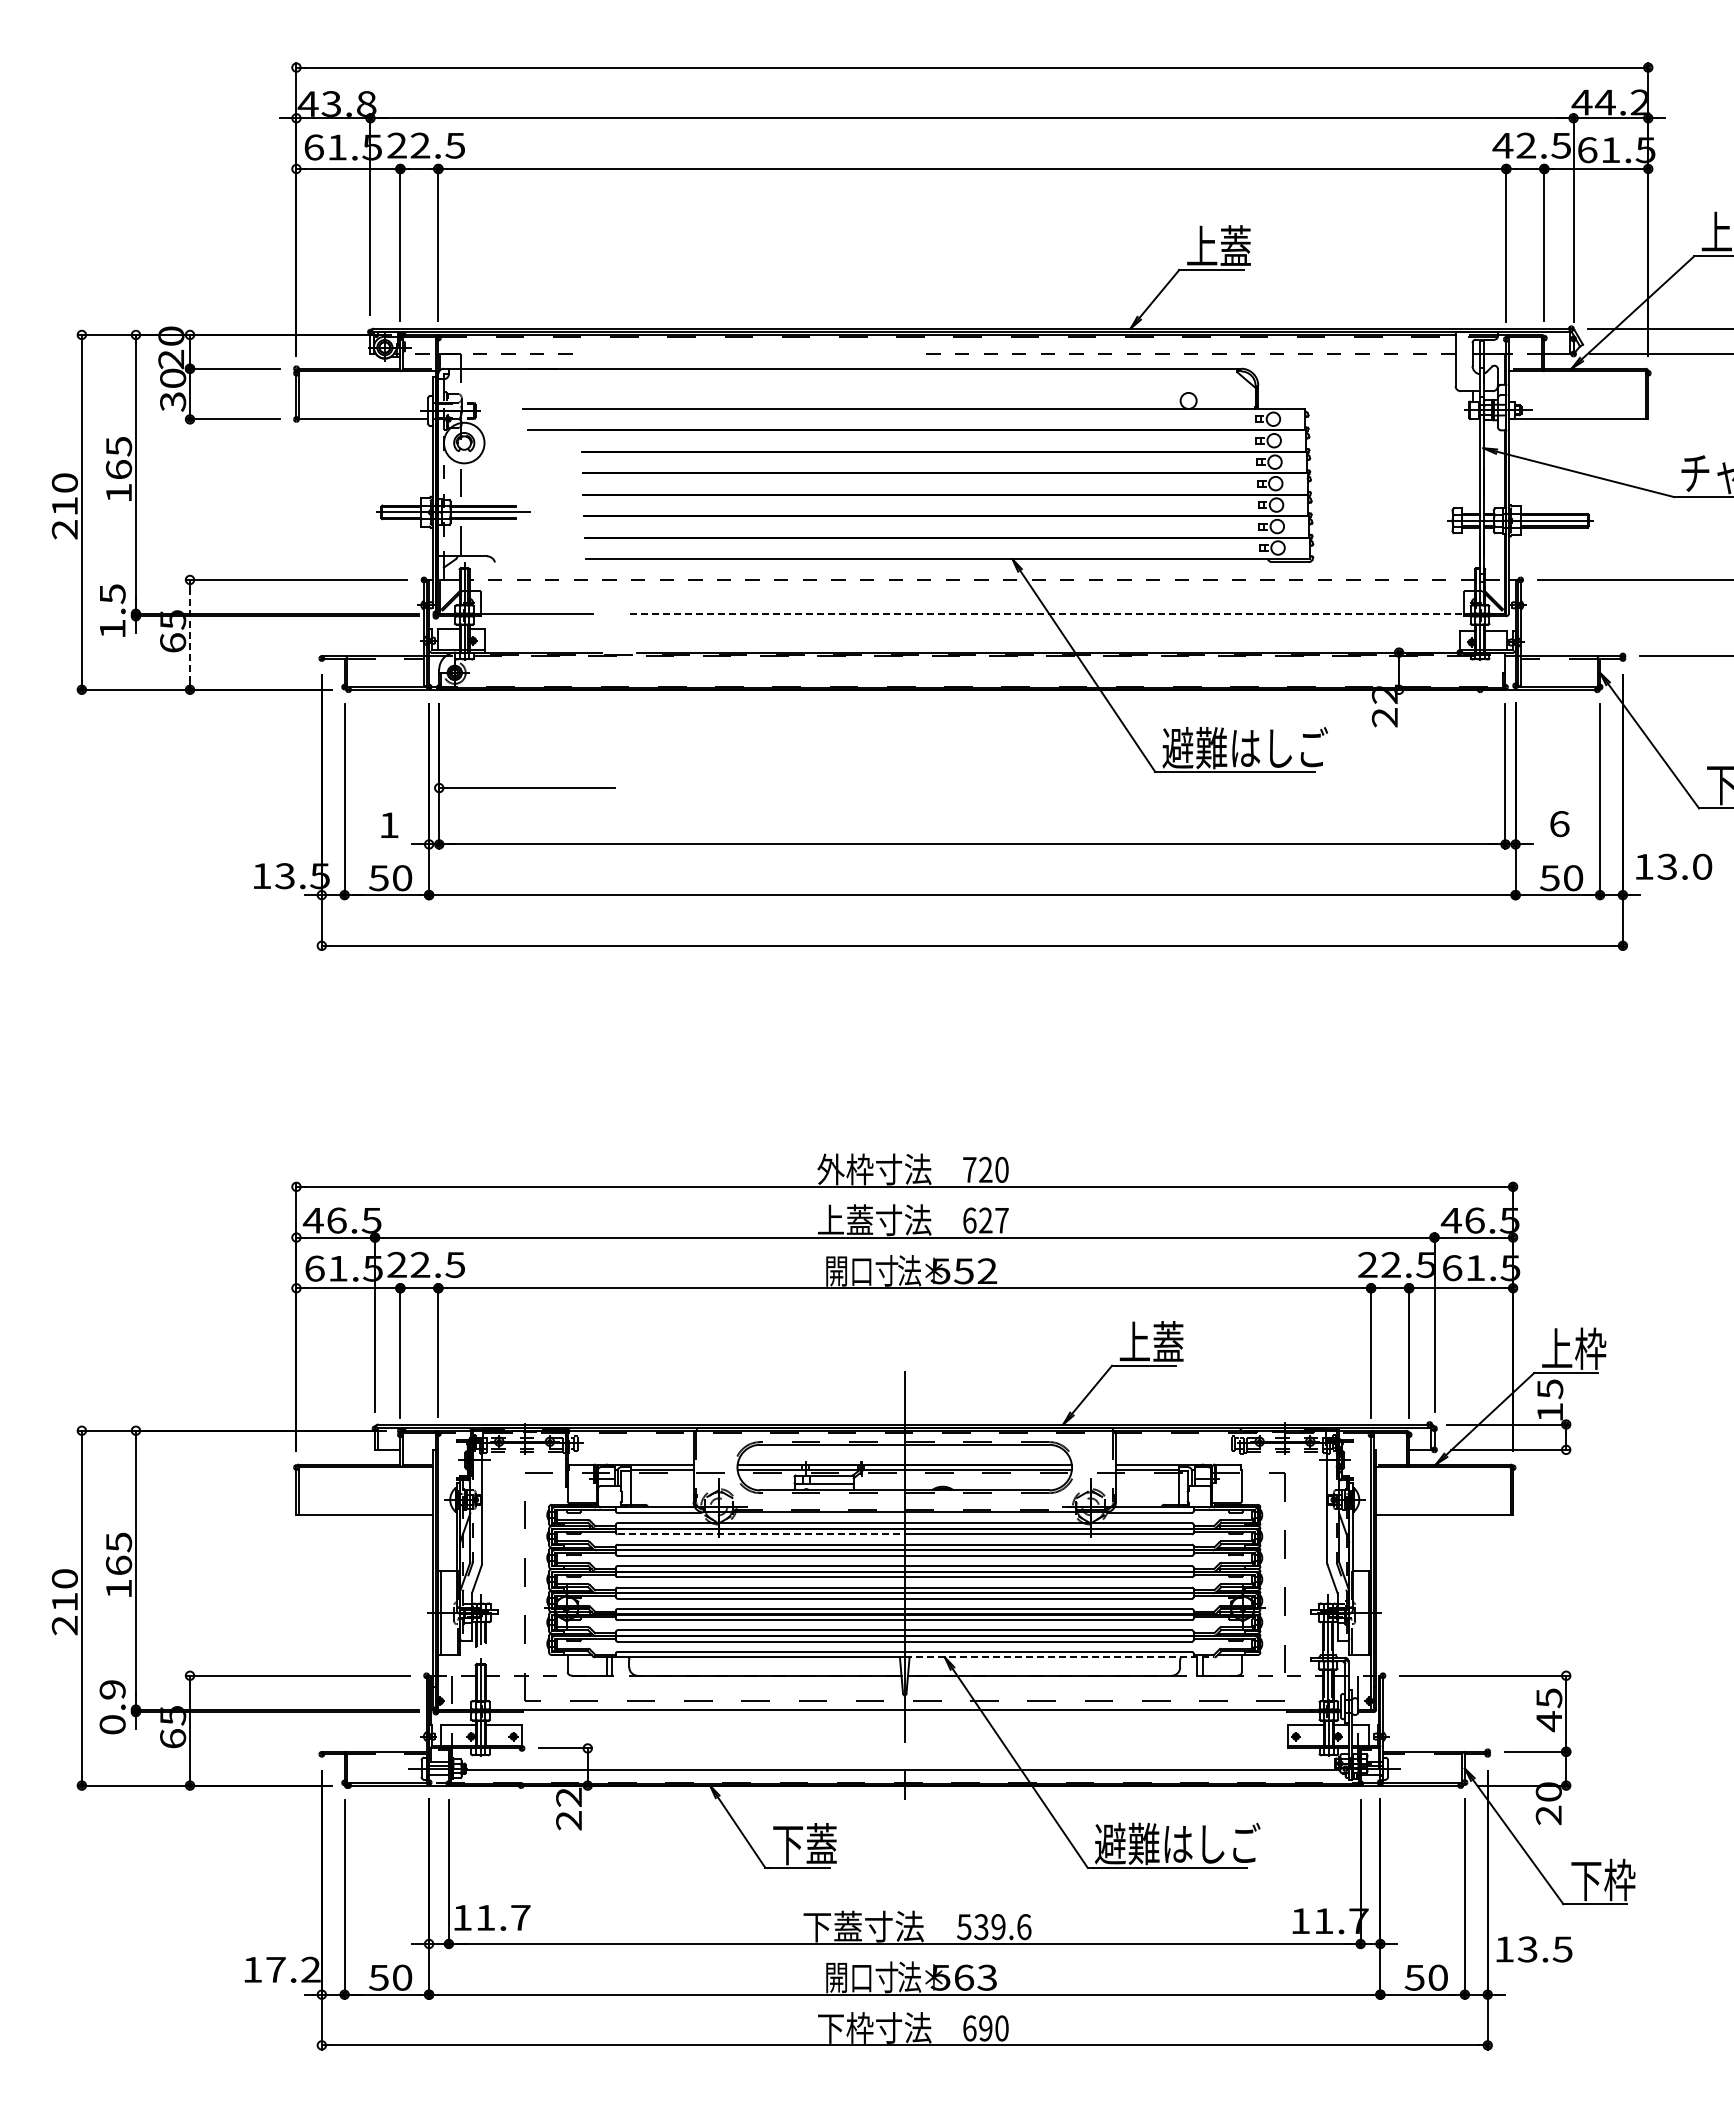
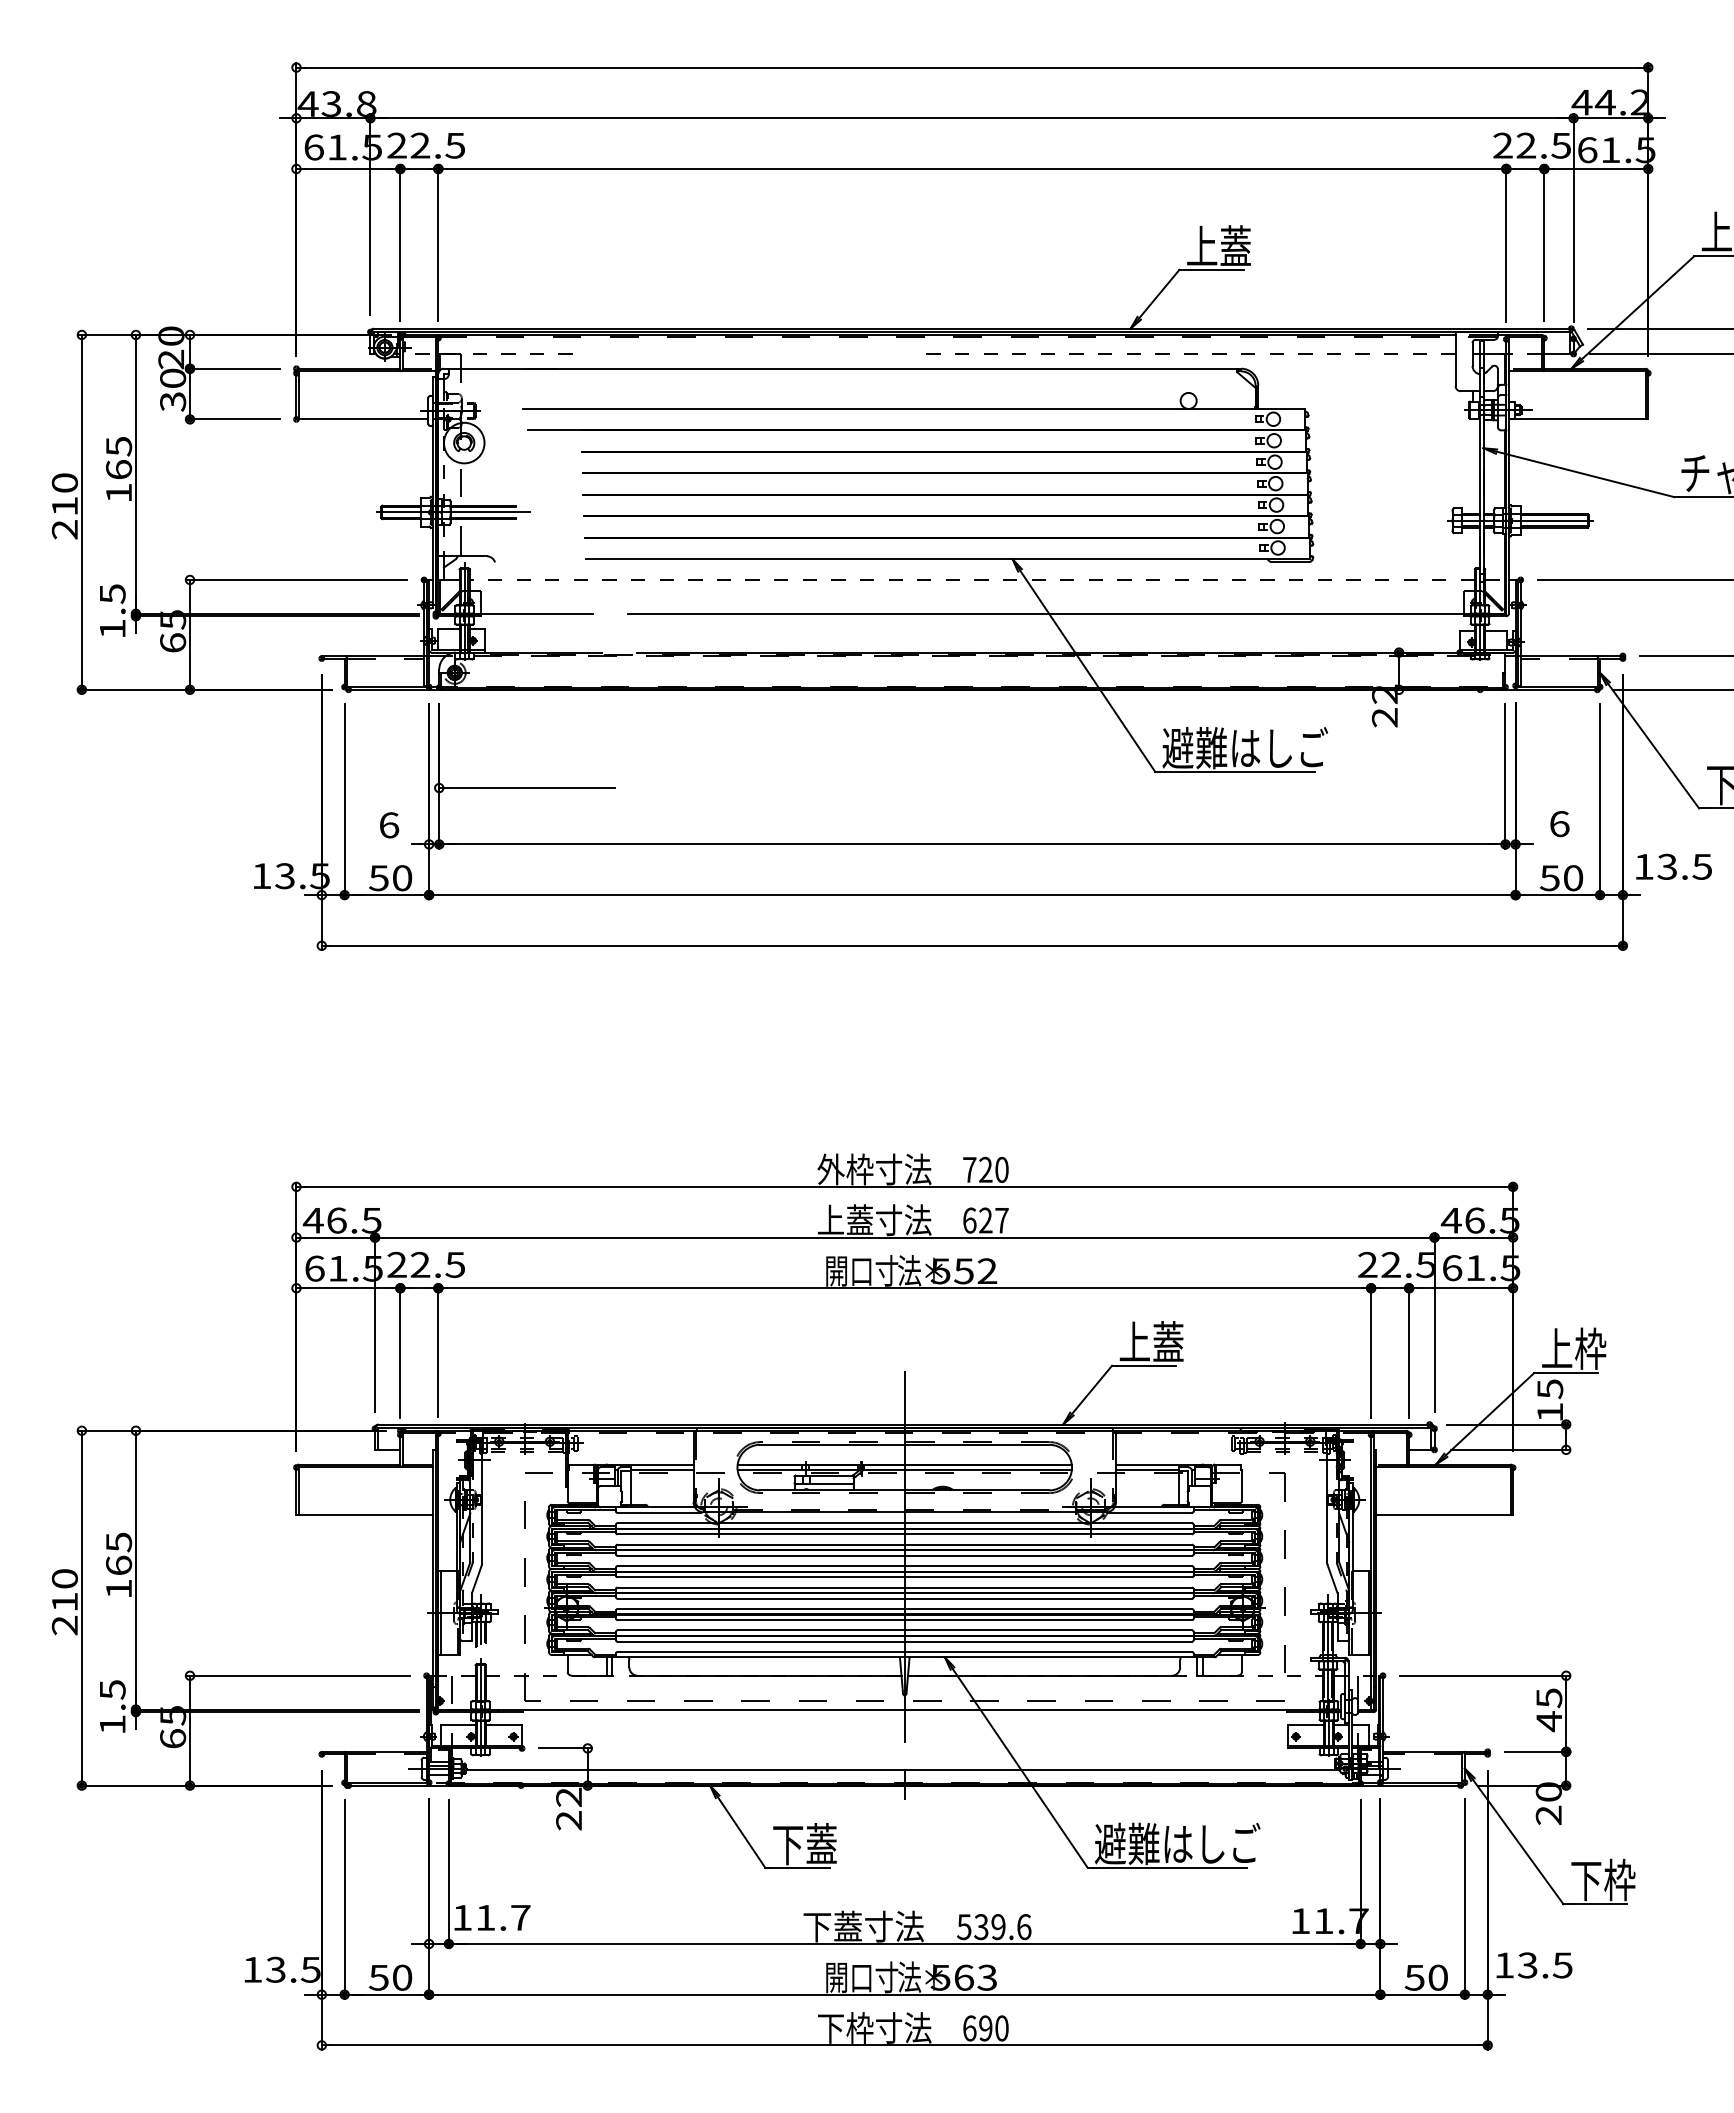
text at (1502, 145): 42.5 -> 22.5
line at (1066, 613): dashed -> solid
line at (190, 635): dashed -> solid
line at (1672, 689): none -> present
text at (389, 825): 1 -> 6
text at (1702, 866): 13.0 -> 13.5
line at (761, 1534): dashed -> solid
line at (1059, 1657): dashed -> solid
text at (112, 1707): 0.9 -> 1.5
text at (1534, 1949) position: (1534, 1949) -> (1534, 1965)
text at (293, 1969): 17.2 -> 13.5
